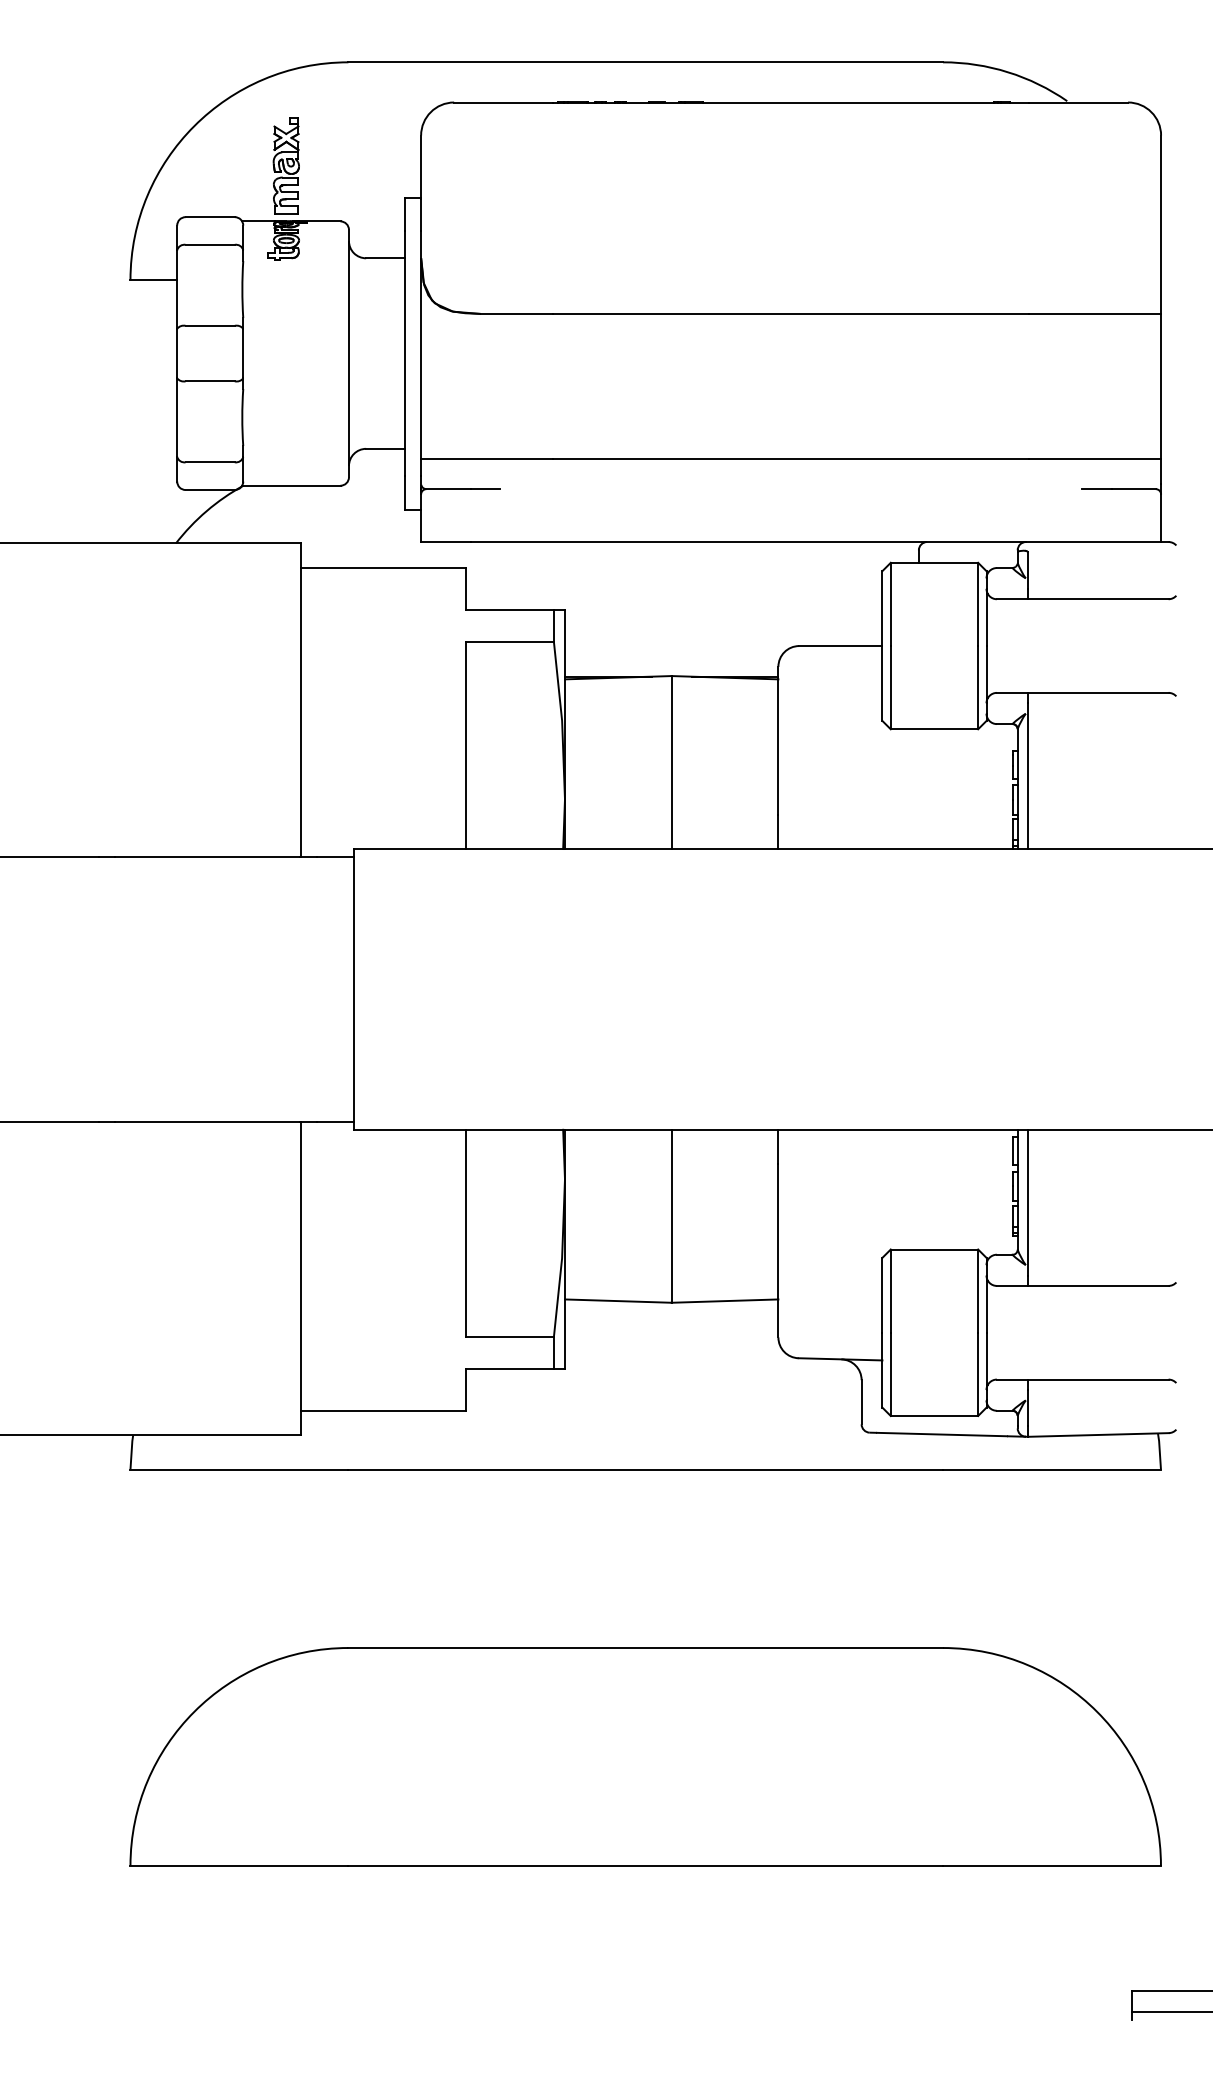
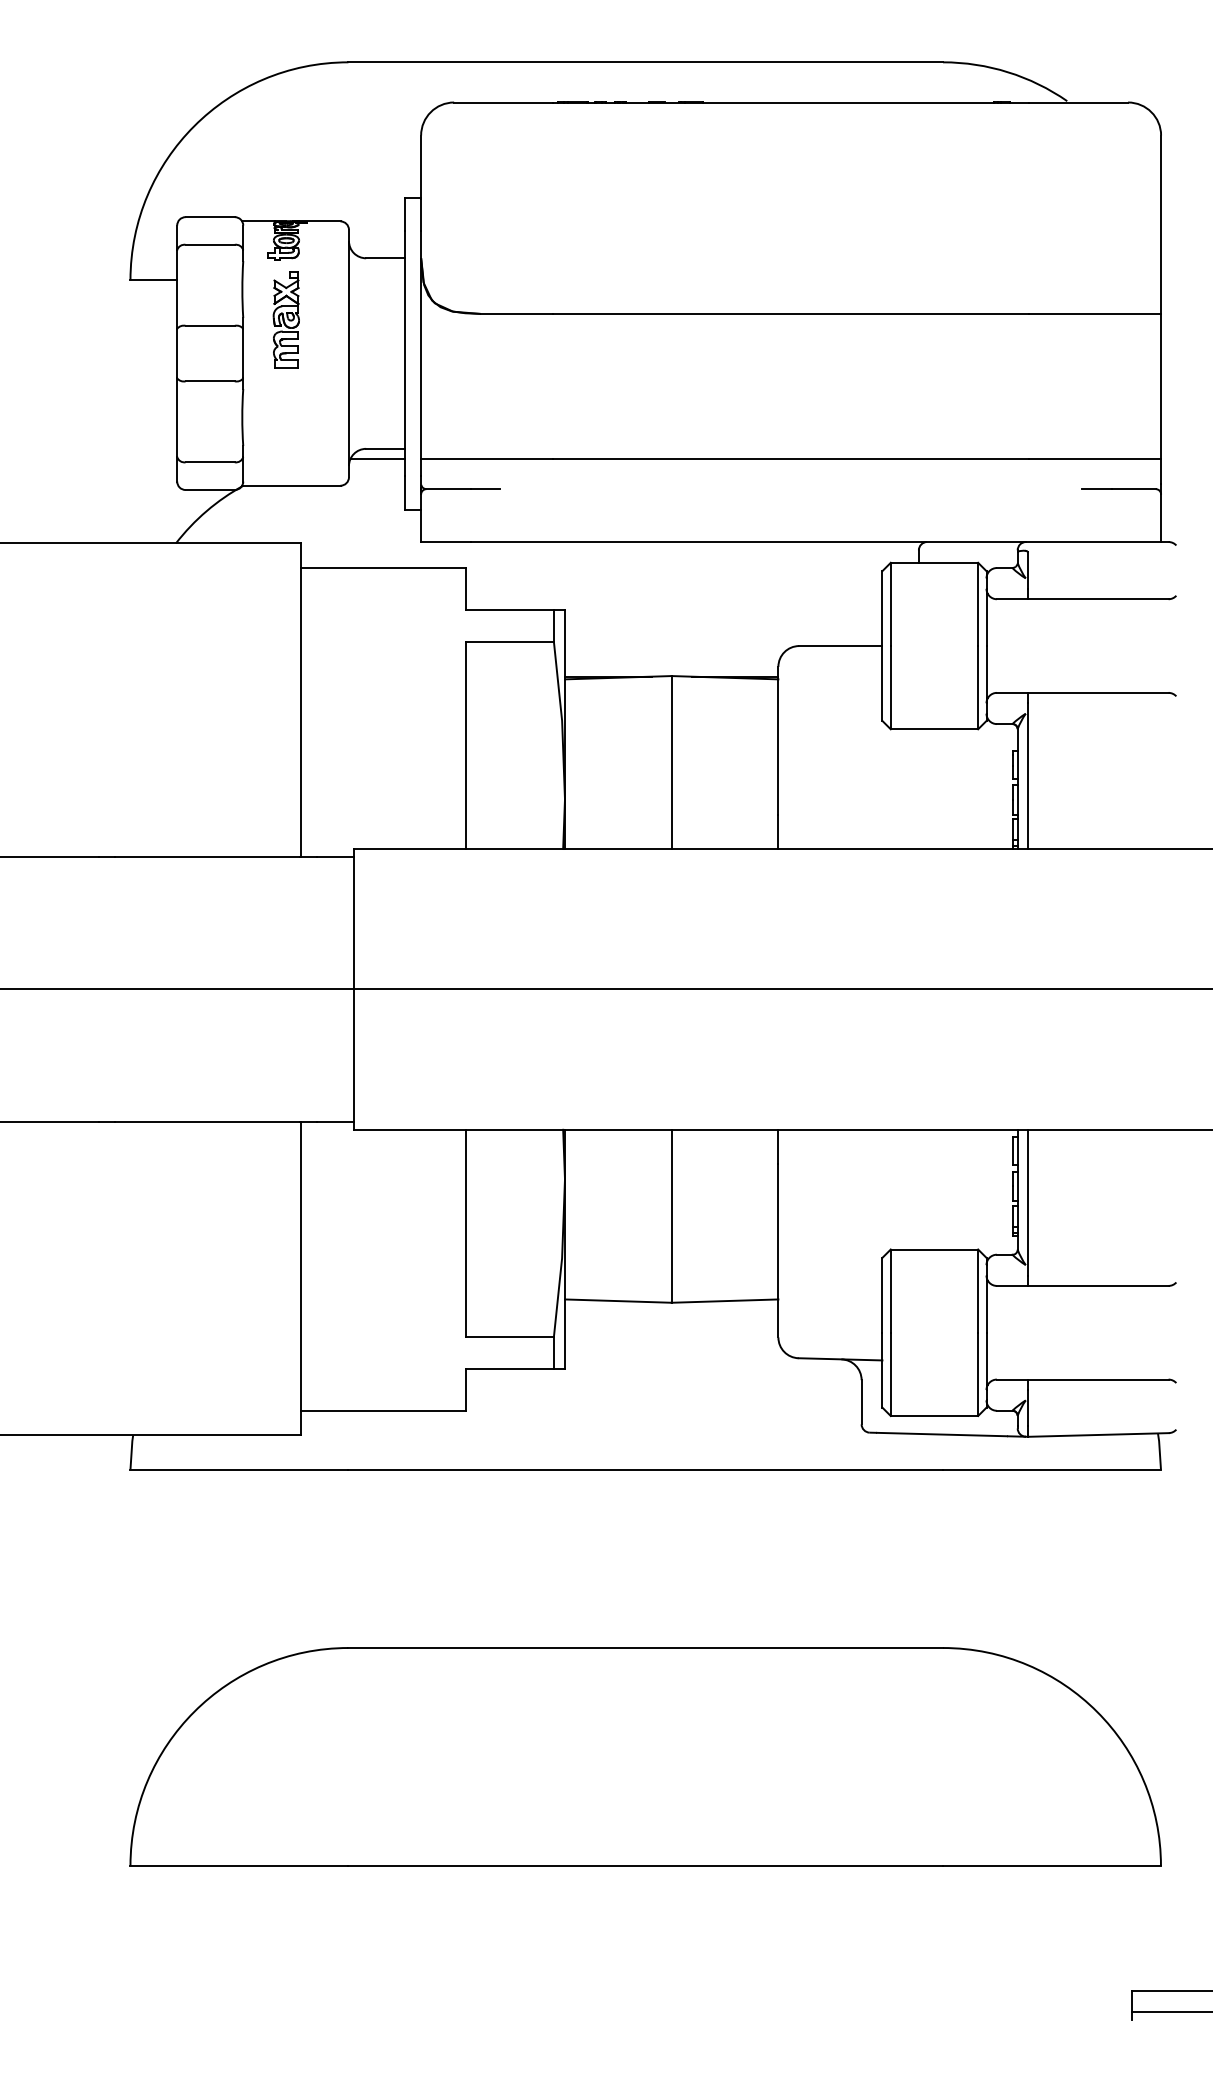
part at (285, 165) position: (285, 165) -> (285, 319)
line at (377, 458): none -> present
line at (605, 989): none -> present
